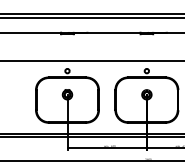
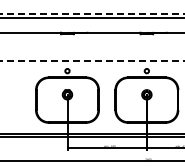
line at (91, 13): solid -> dashed
line at (91, 61): solid -> dashed
